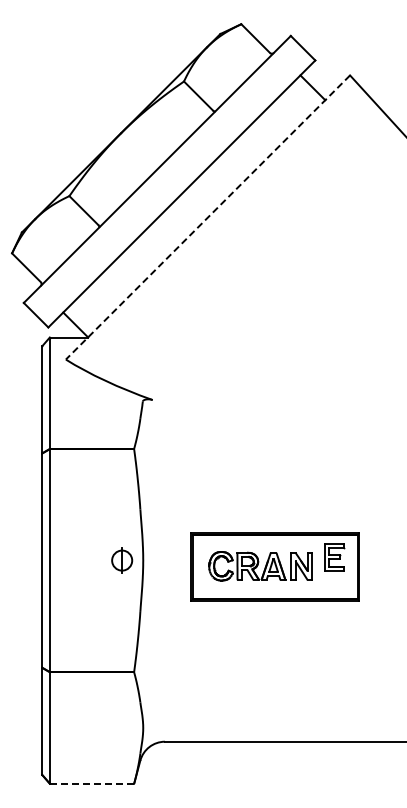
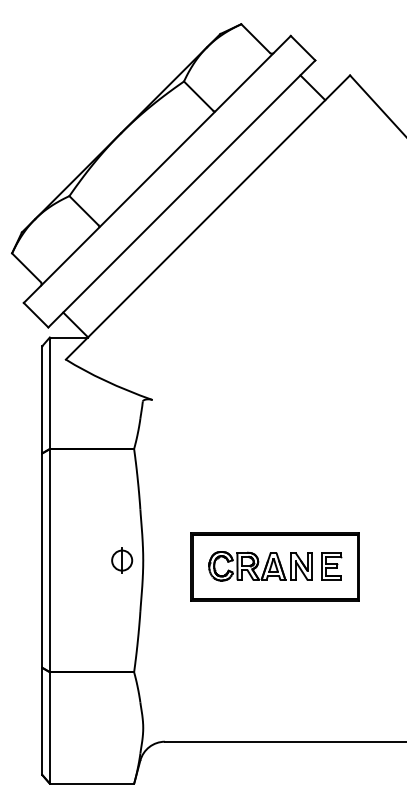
line at (207, 217): dashed -> solid
part at (334, 557) position: (334, 557) -> (331, 566)
line at (91, 783): dashed -> solid
